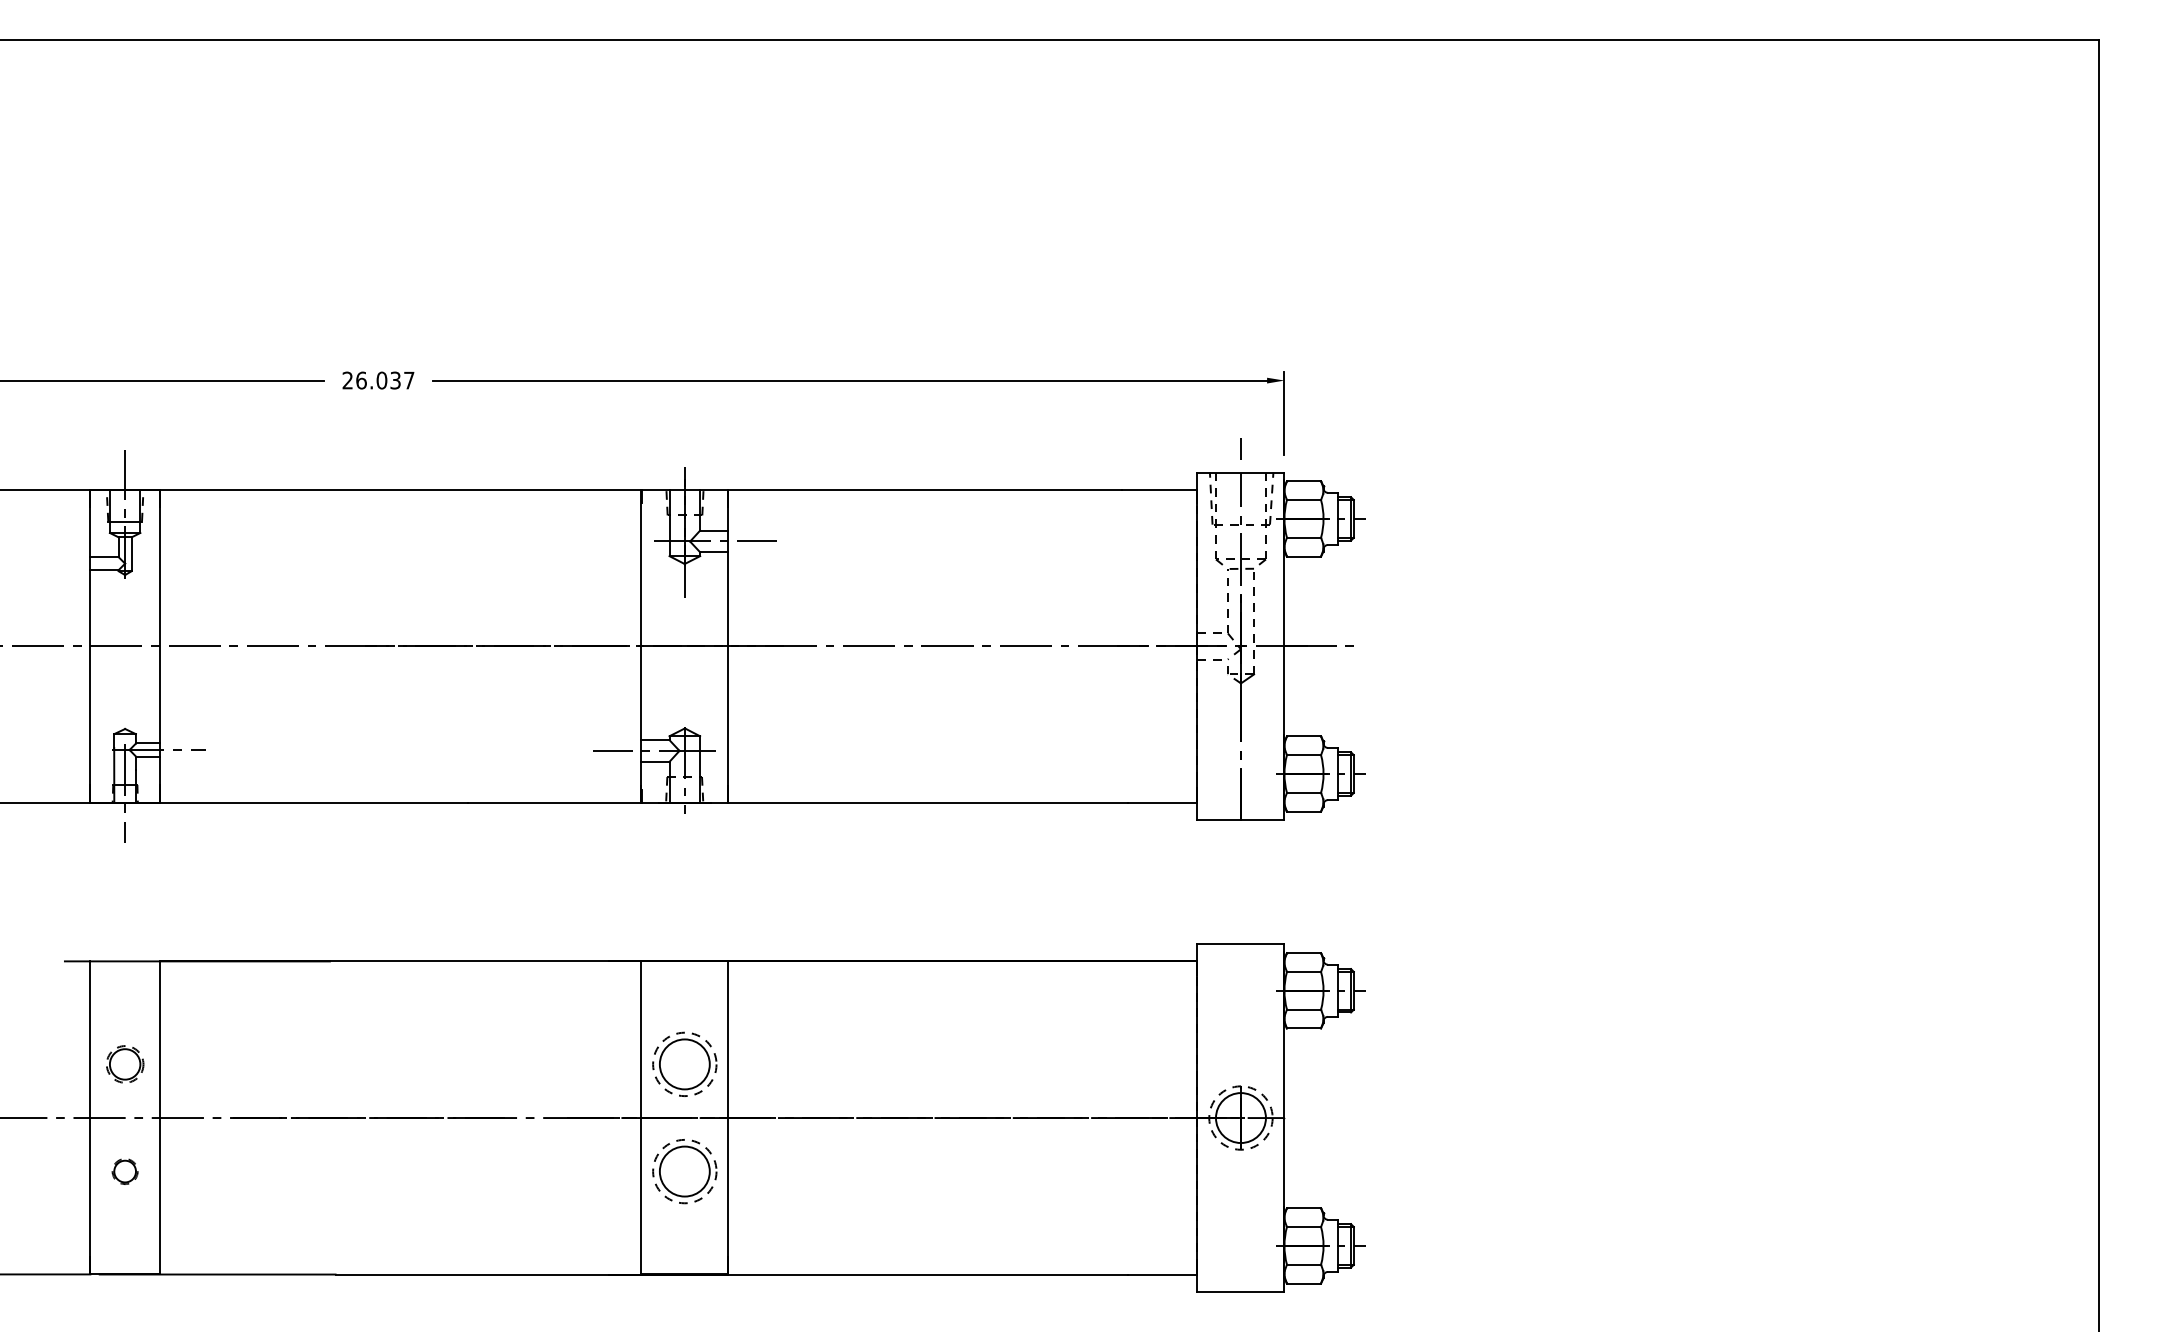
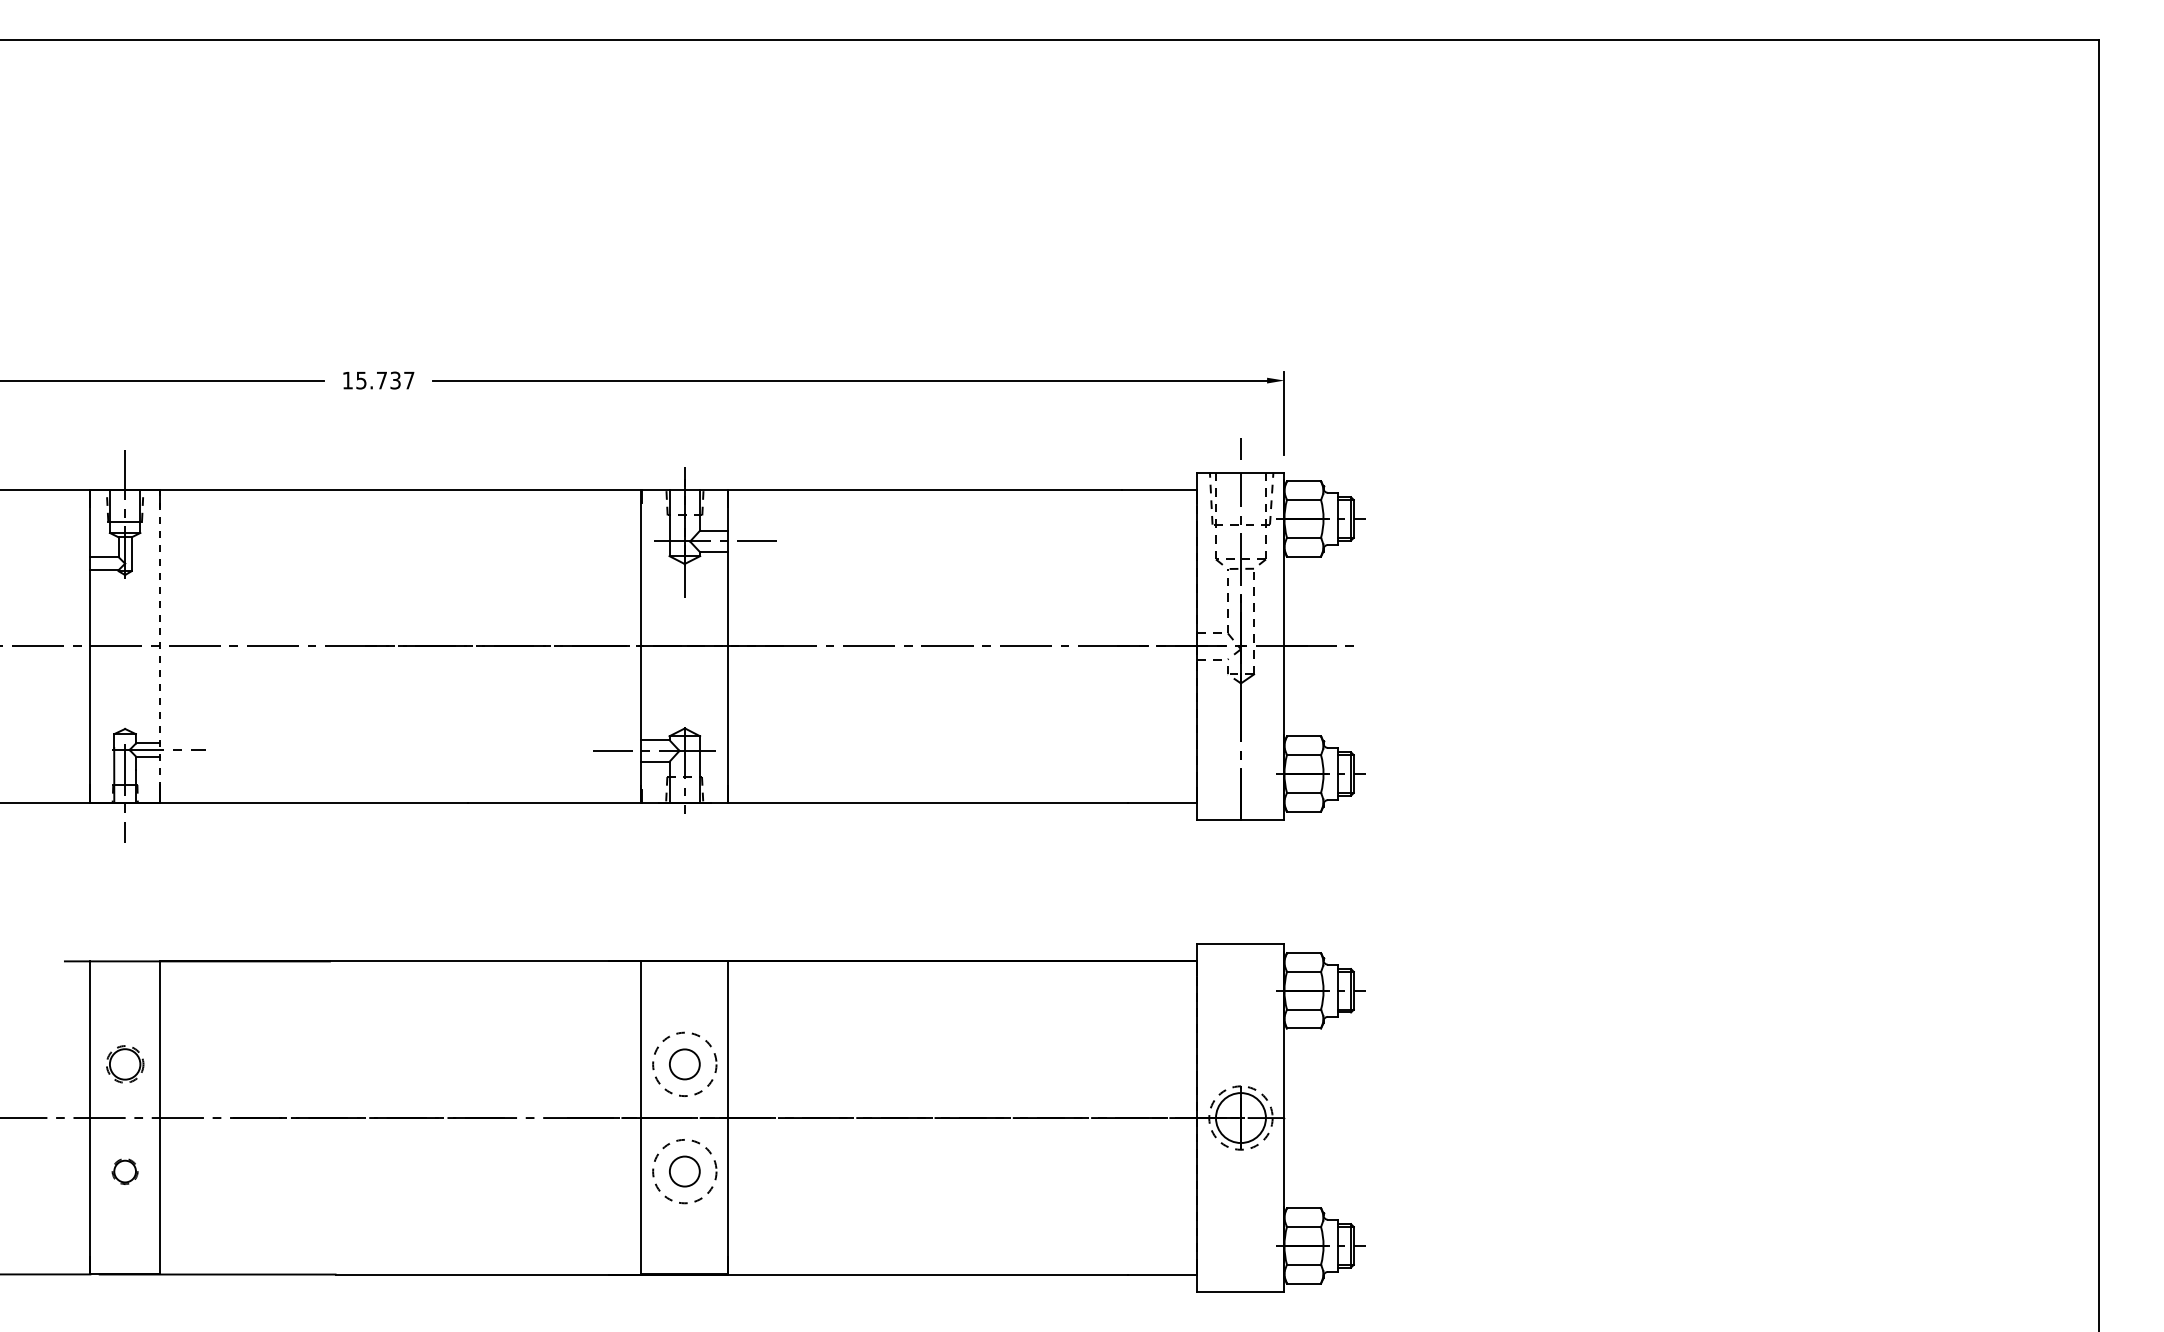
text at (364, 380): 26.037 -> 15.737
line at (159, 646): solid -> dashed
circle at (684, 1064) diameter: 50 px -> 30 px
circle at (684, 1171) diameter: 50 px -> 30 px
